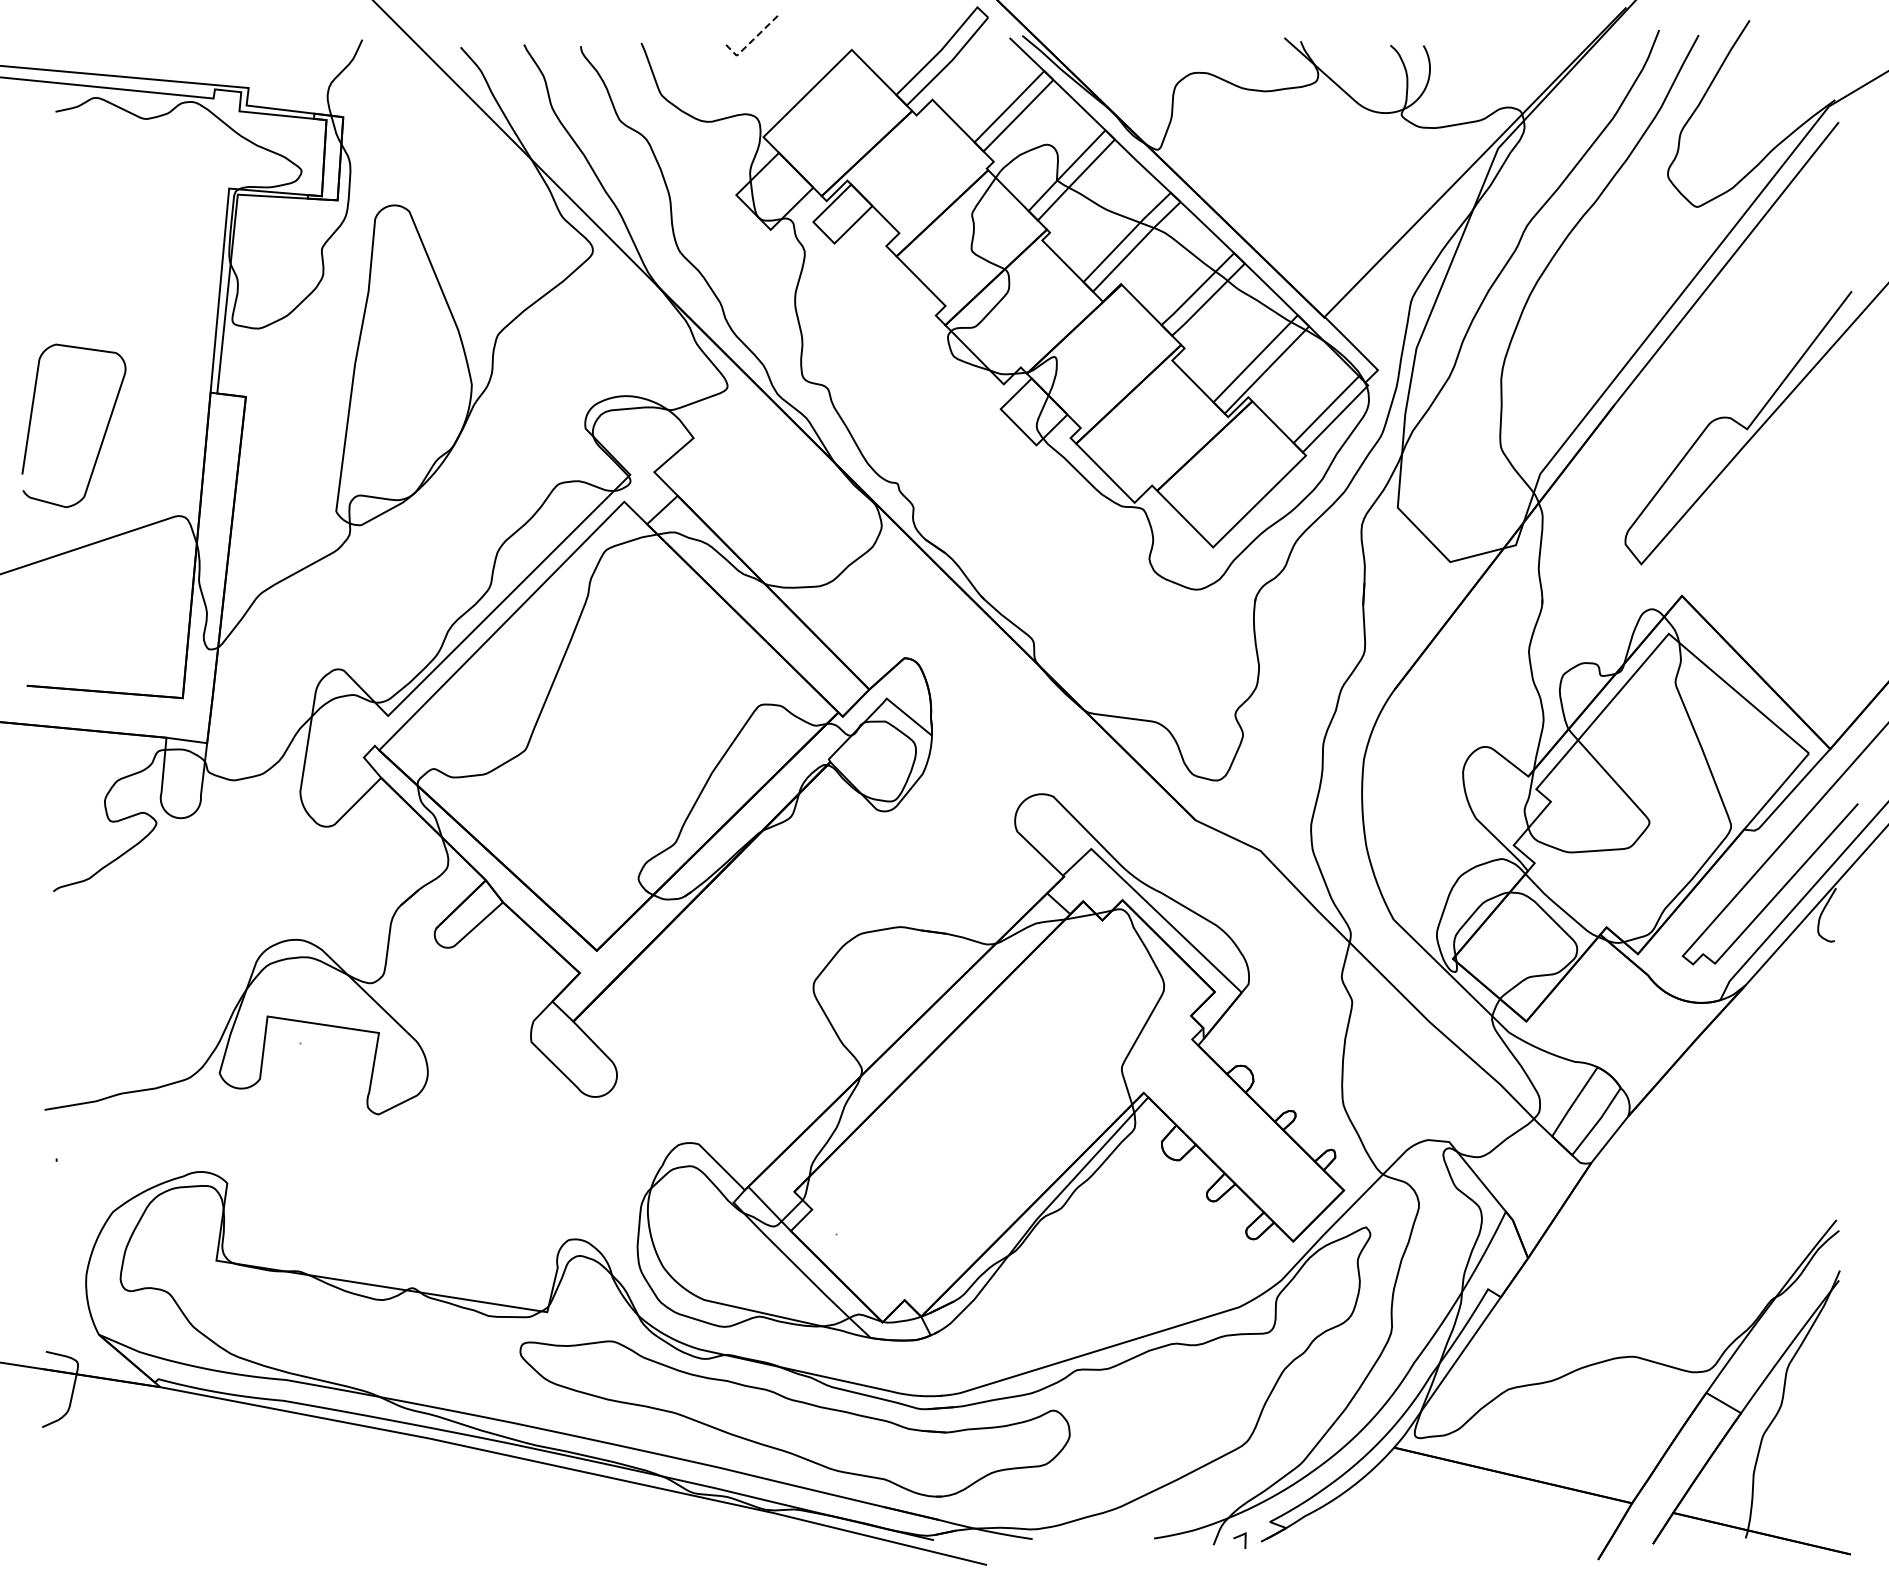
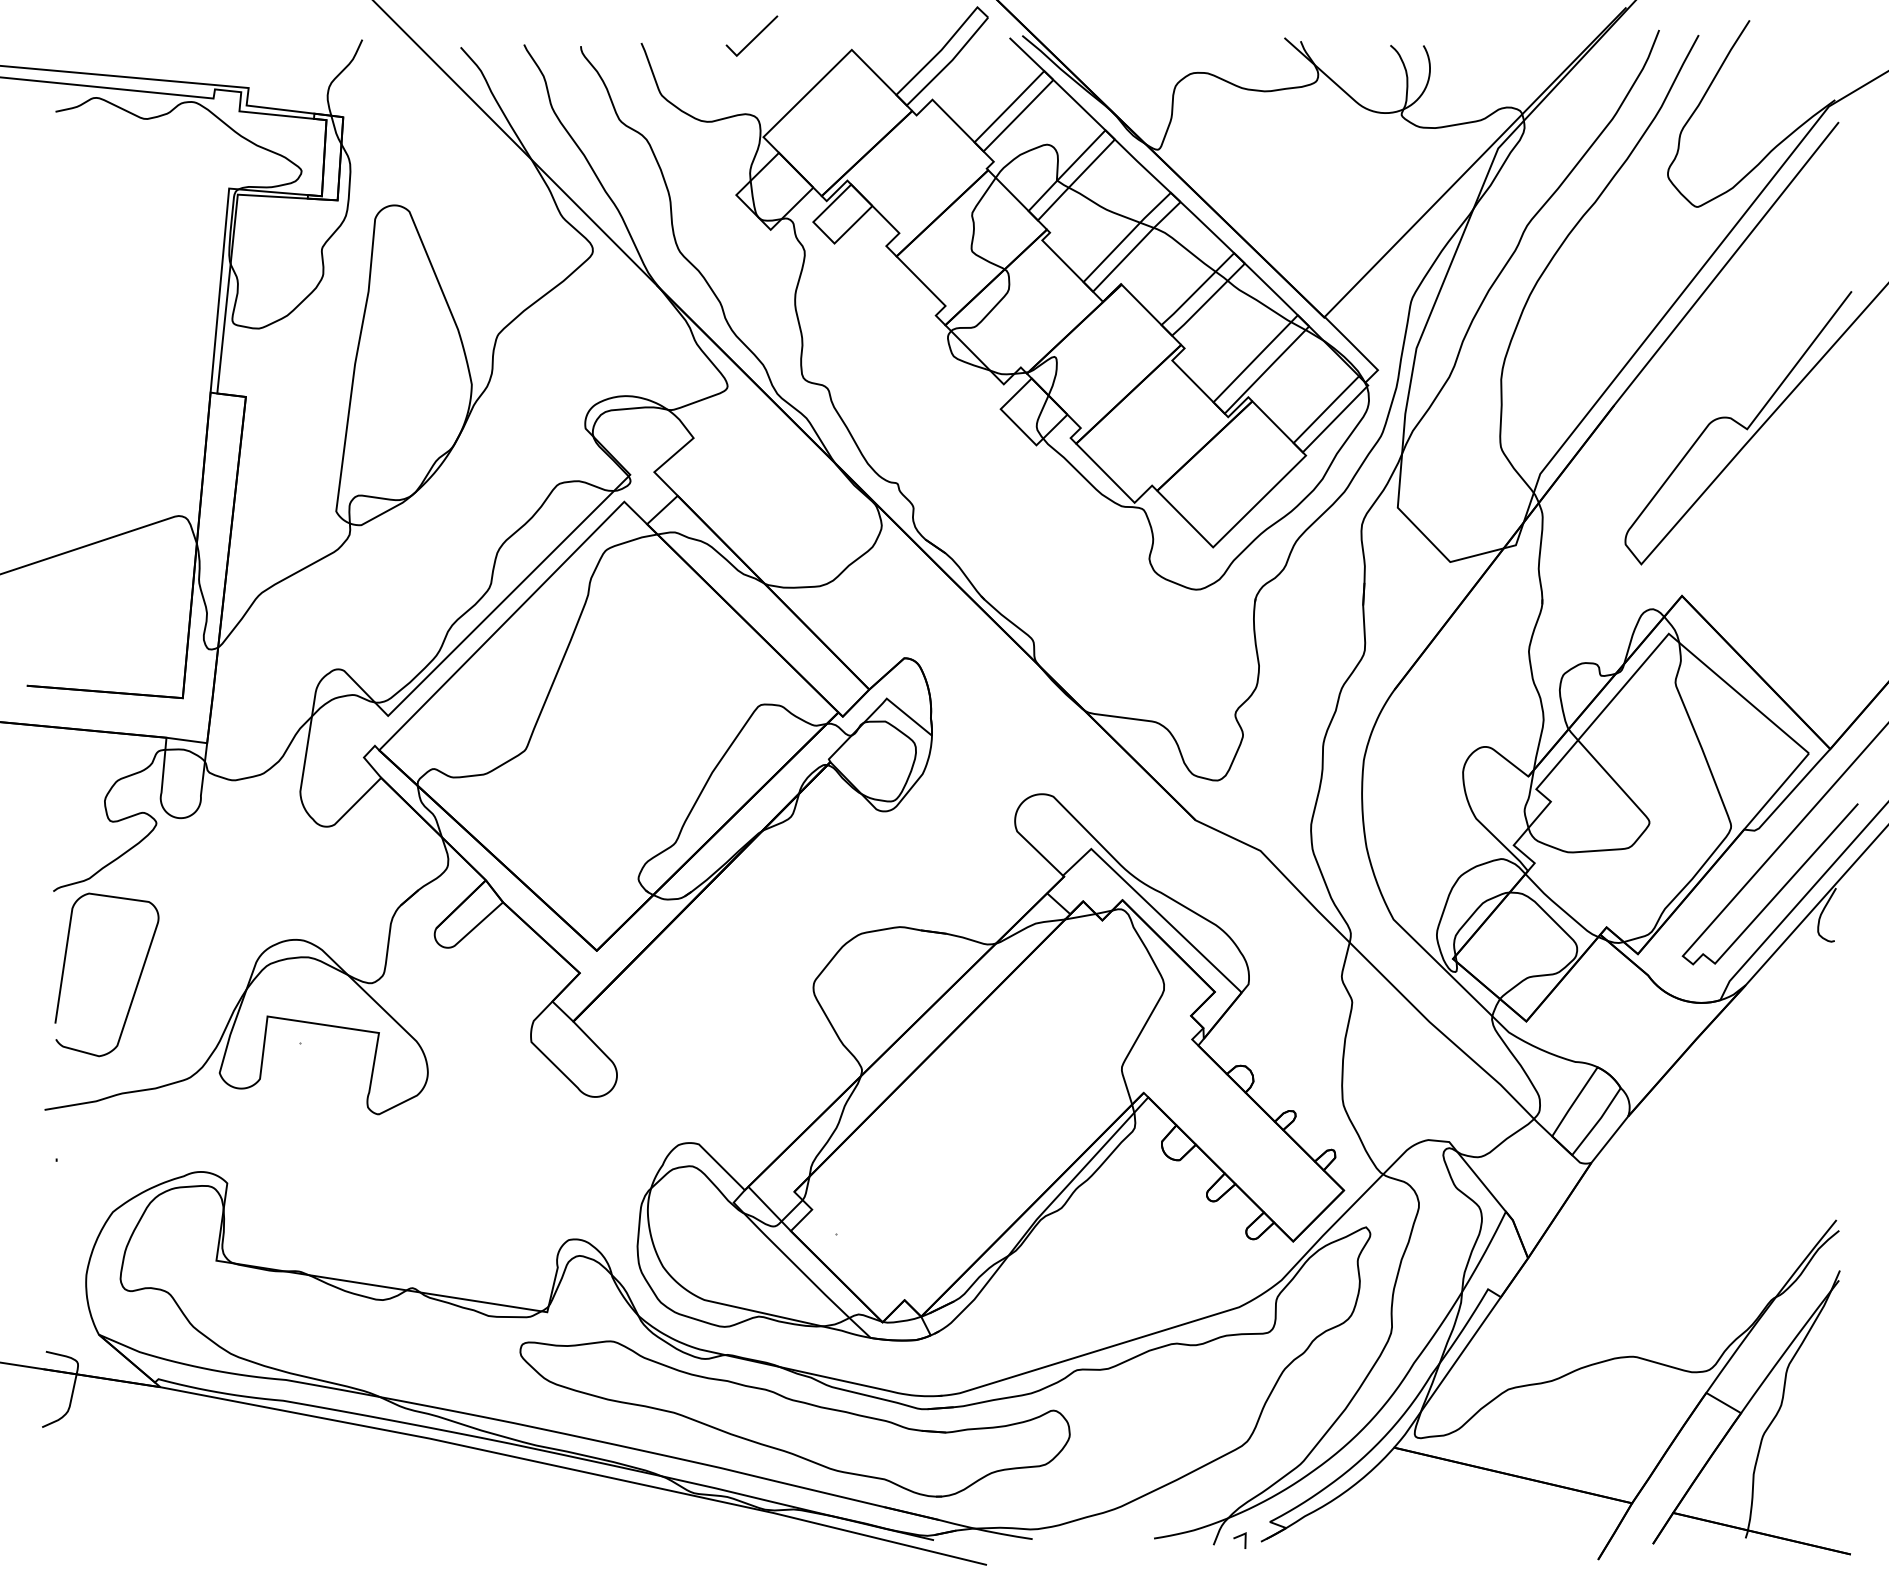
line at (750, 42): dashed -> solid
curve at (103, 435) position: (103, 435) -> (136, 984)
